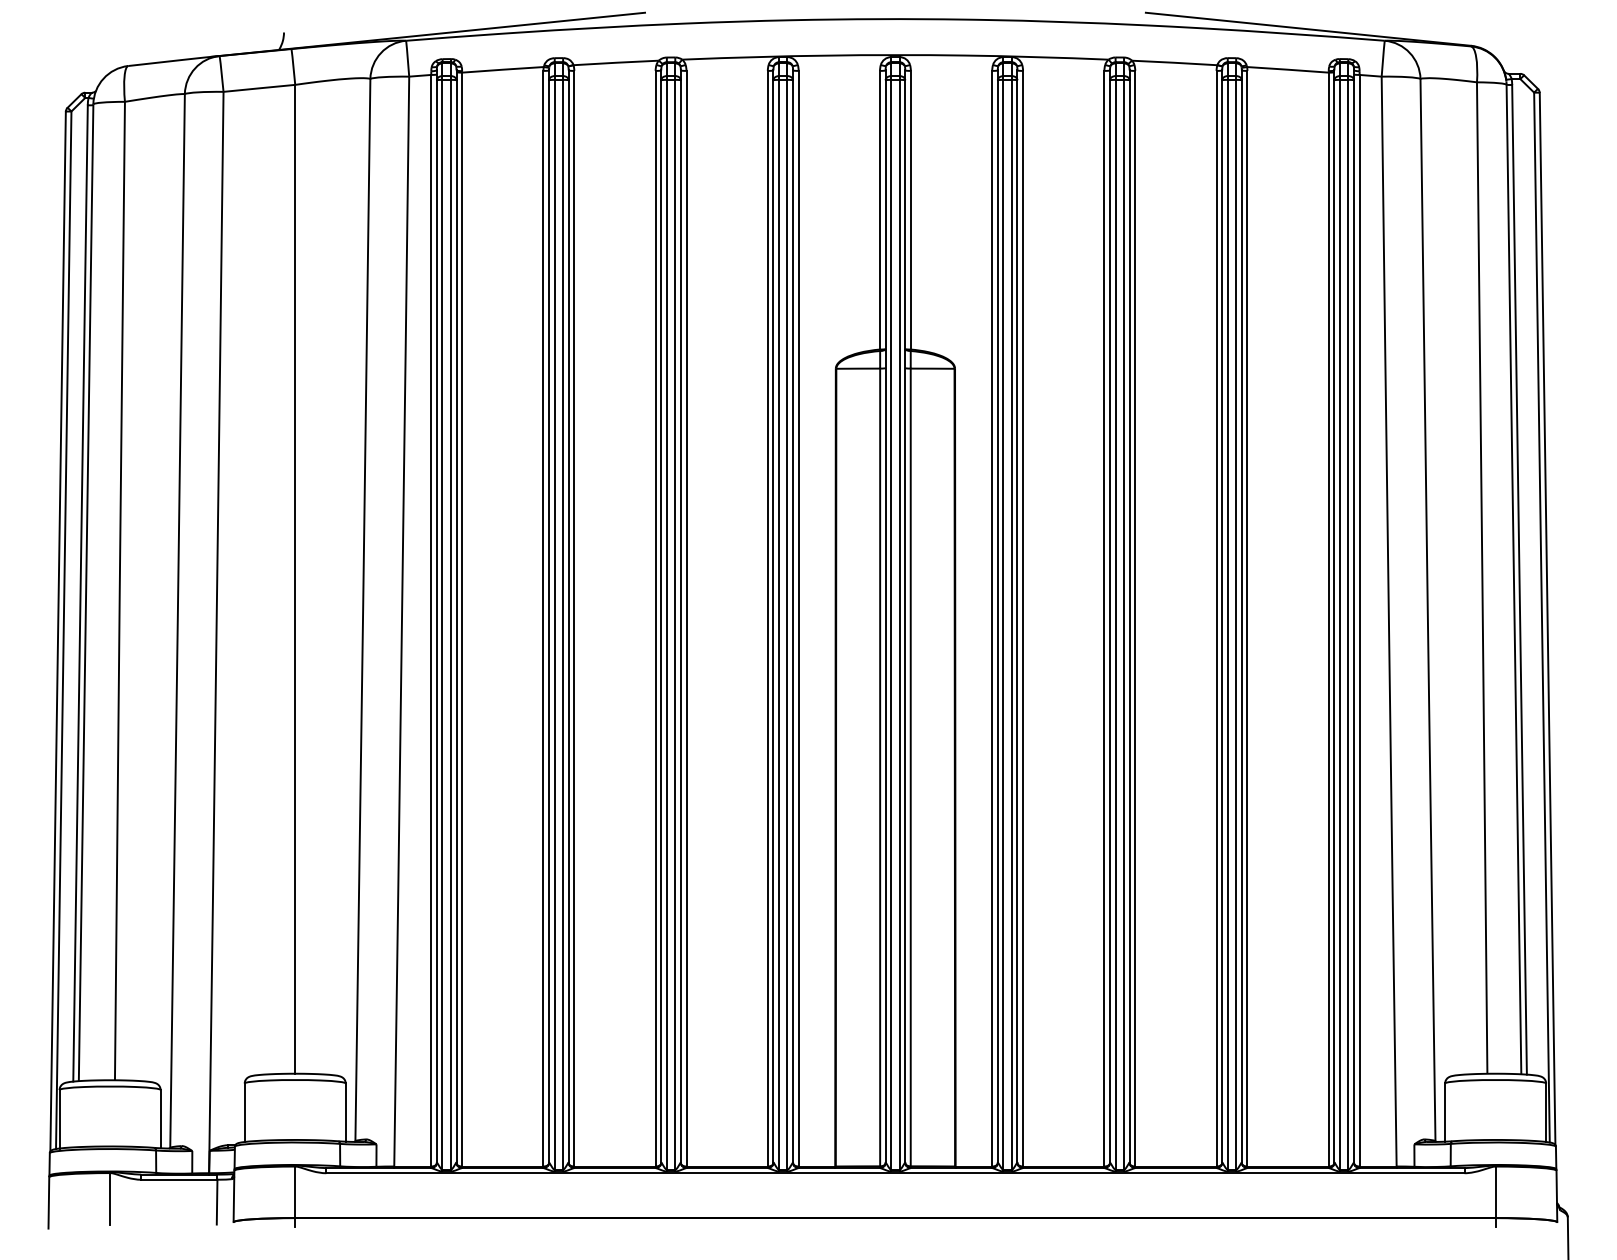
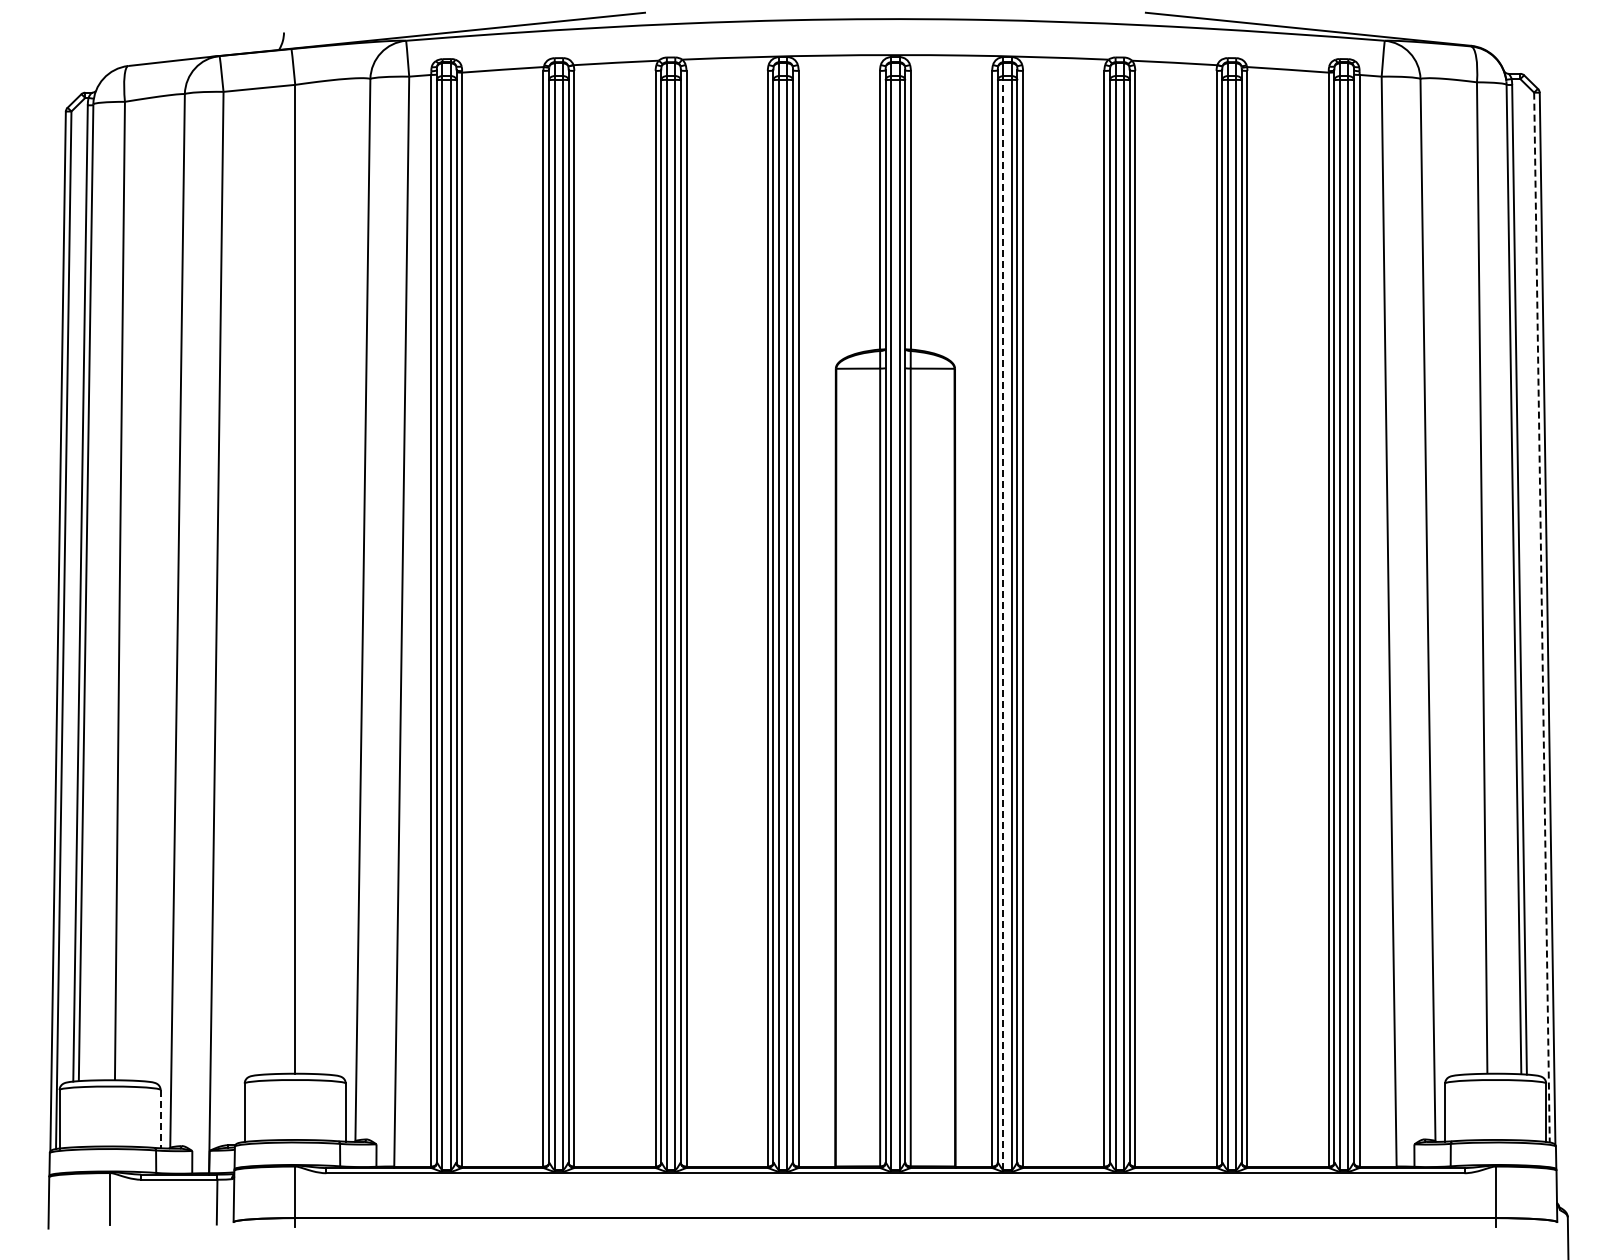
line at (1541, 617): solid -> dashed
line at (1003, 624): solid -> dashed
line at (160, 1119): solid -> dashed
